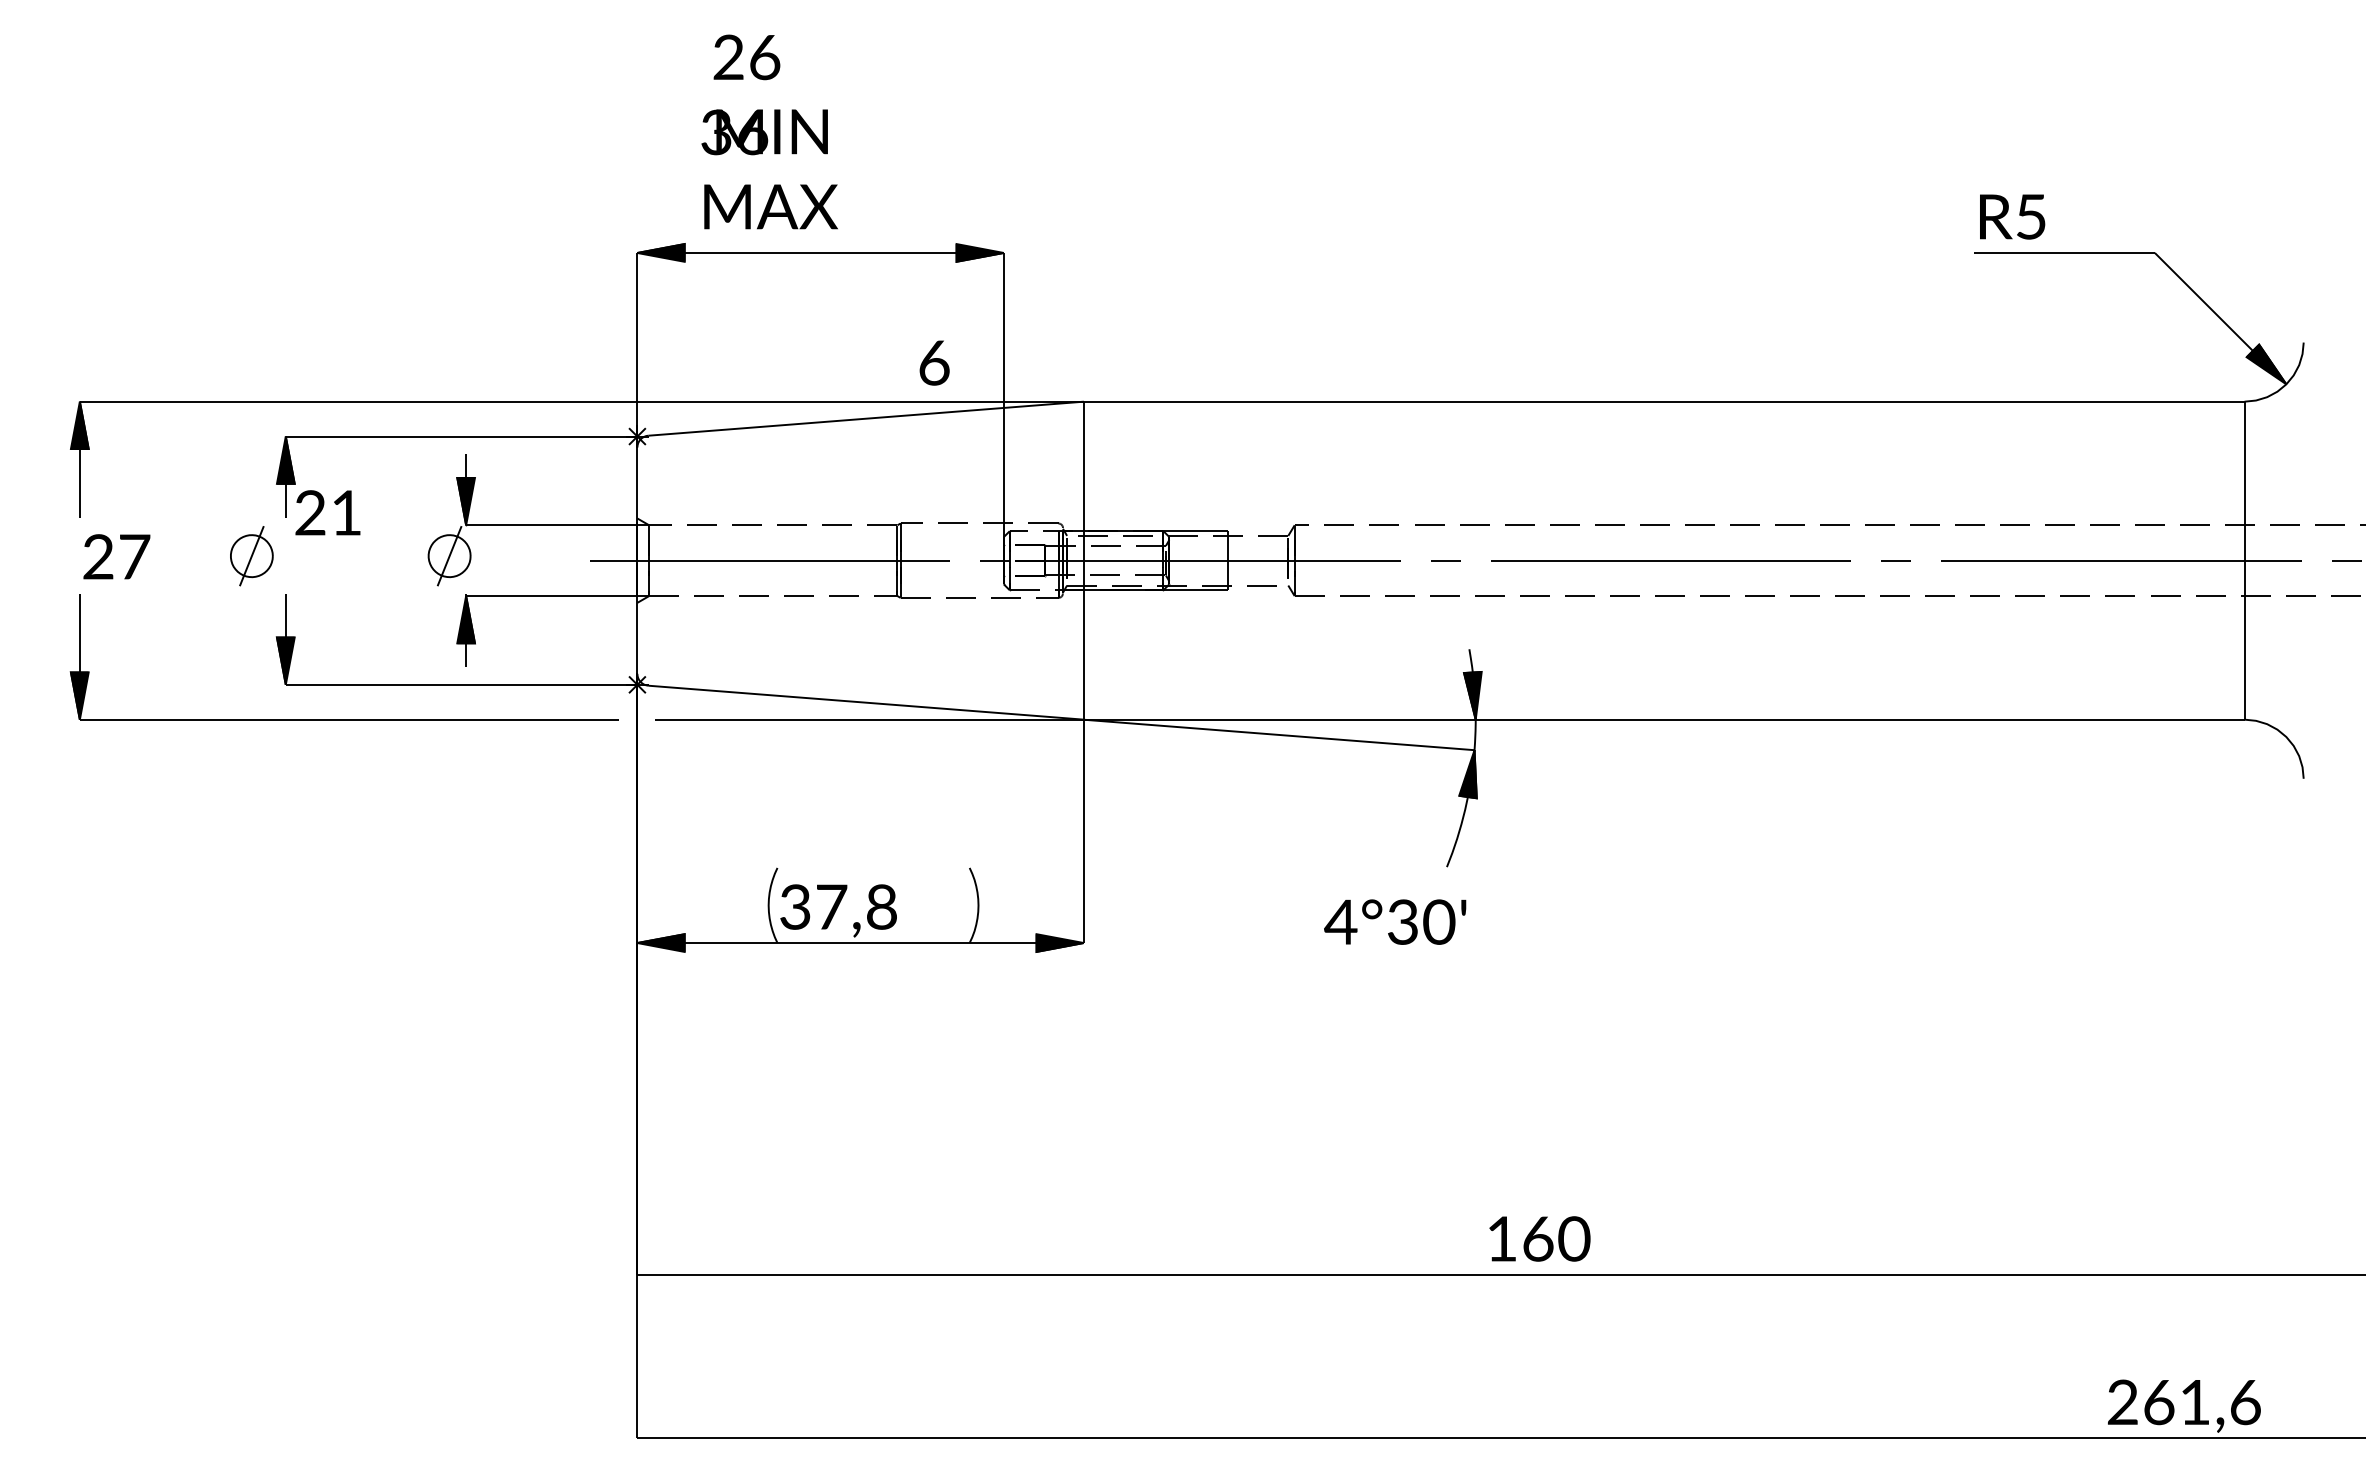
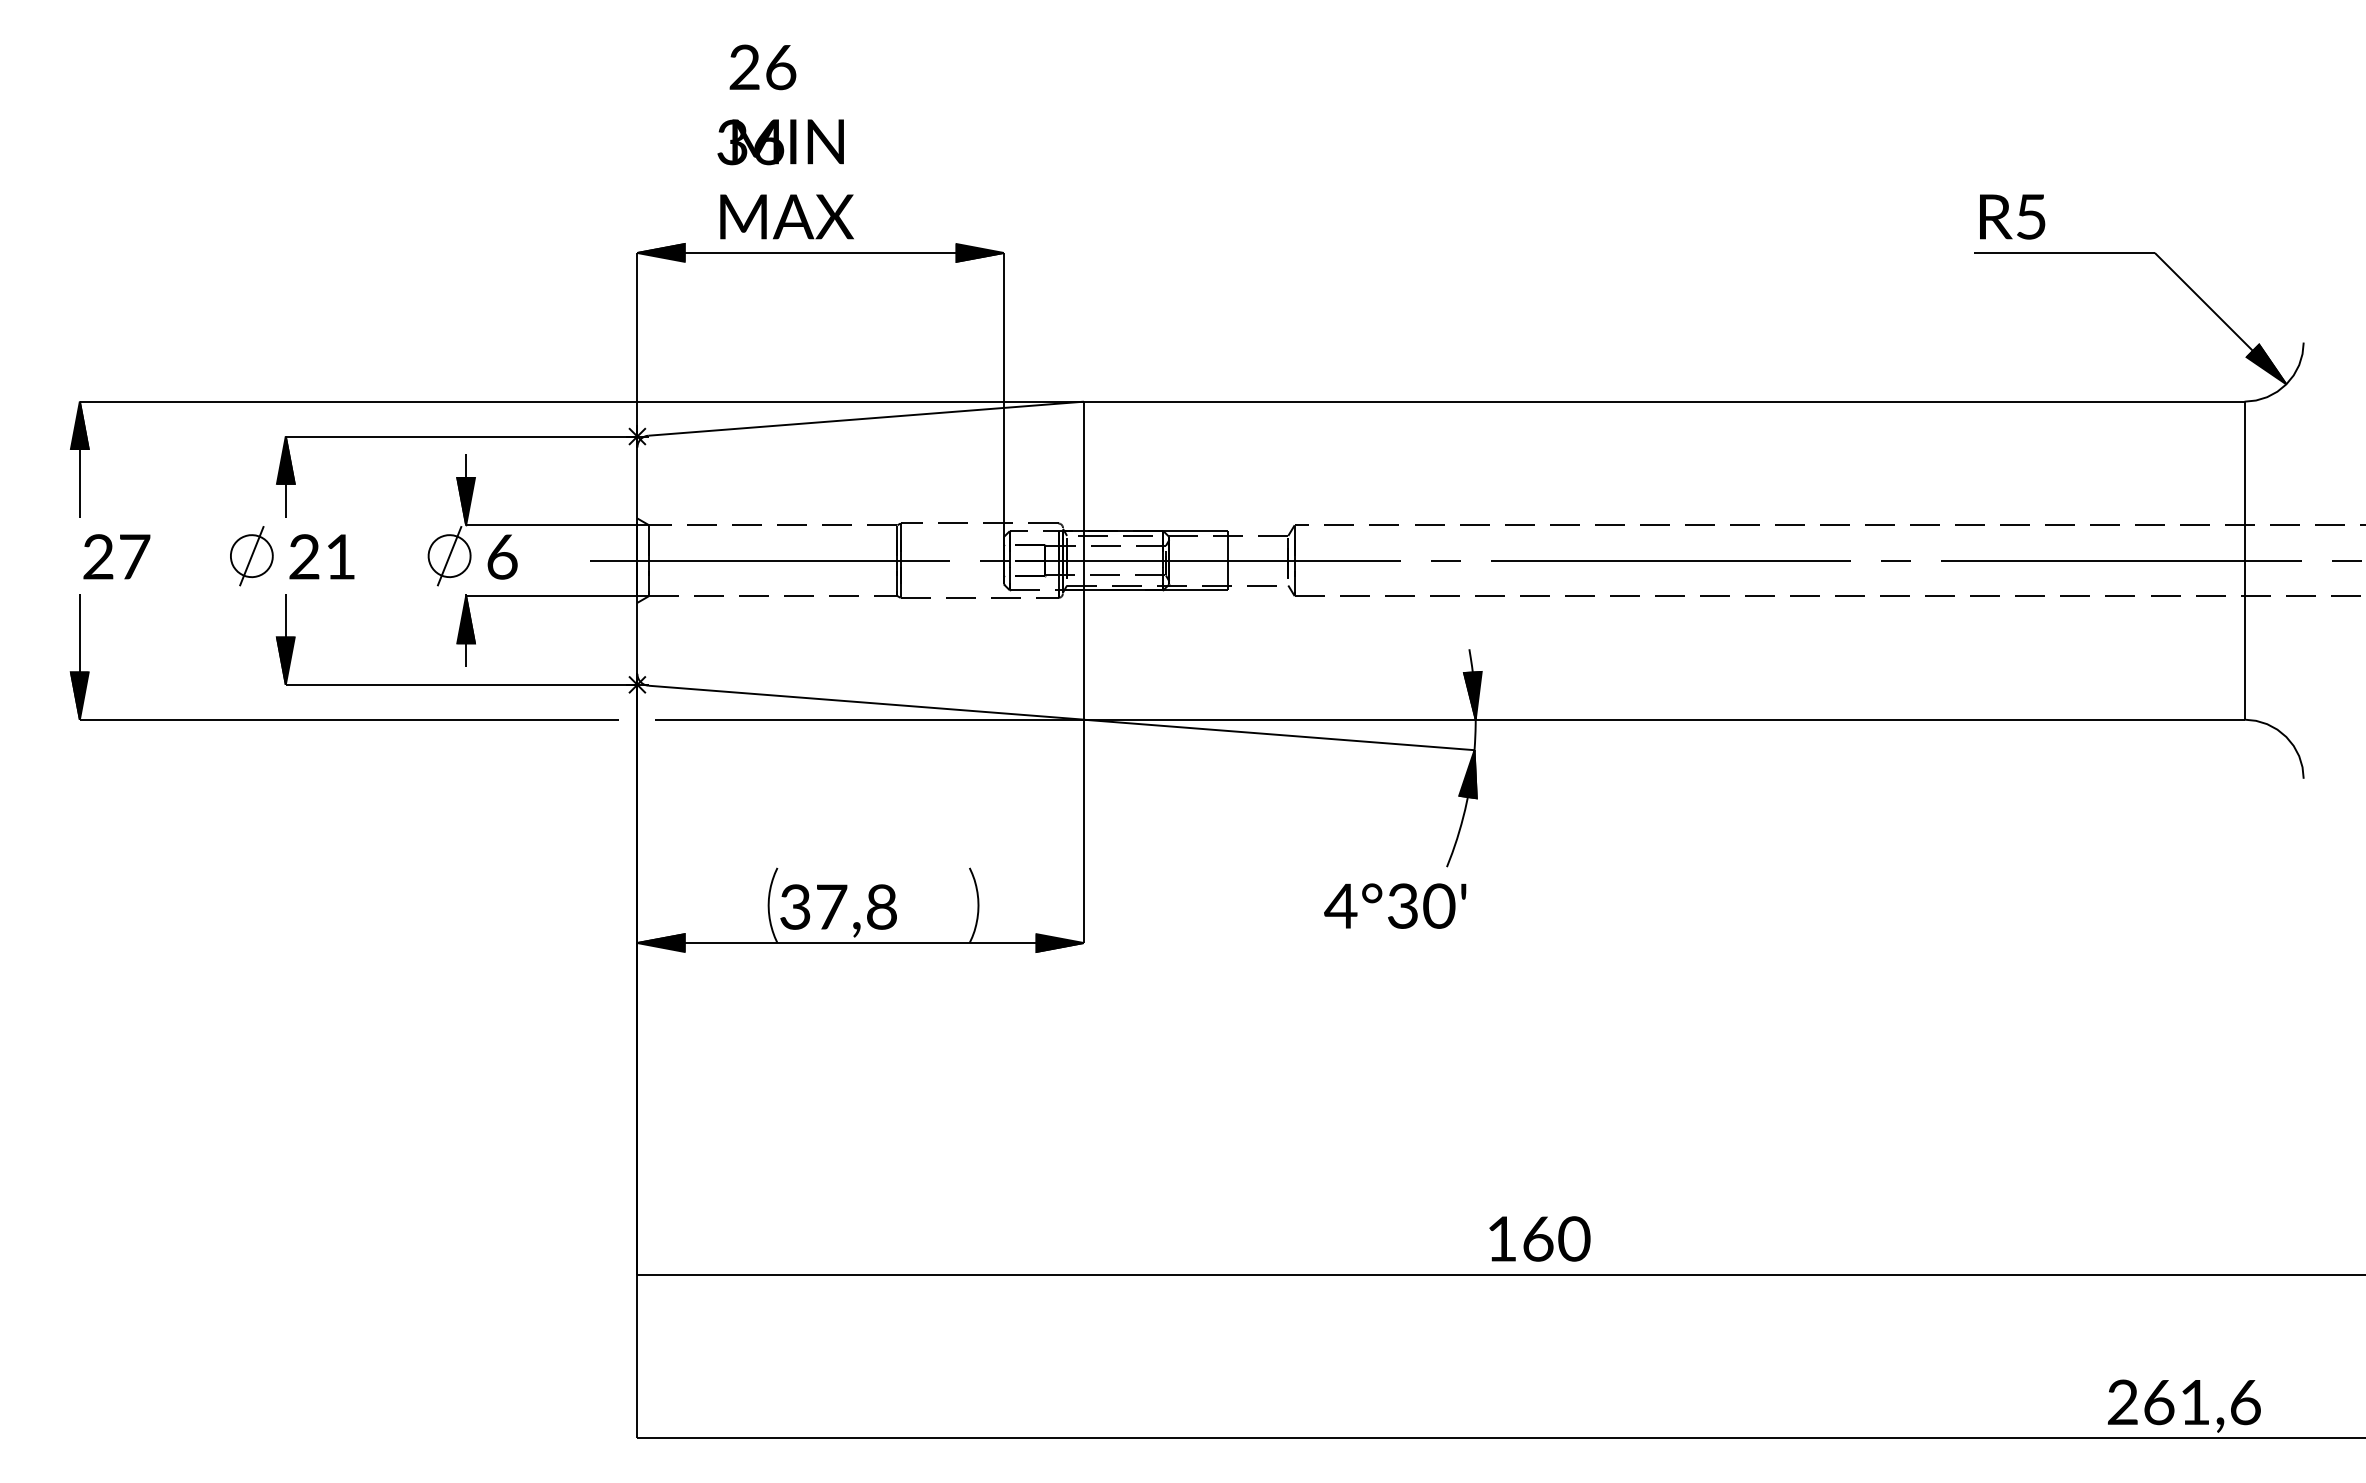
text at (769, 131) position: (769, 131) -> (785, 141)
text at (934, 362) position: (934, 362) -> (502, 556)
text at (327, 512) position: (327, 512) -> (321, 556)
text at (1395, 921) position: (1395, 921) -> (1395, 905)
